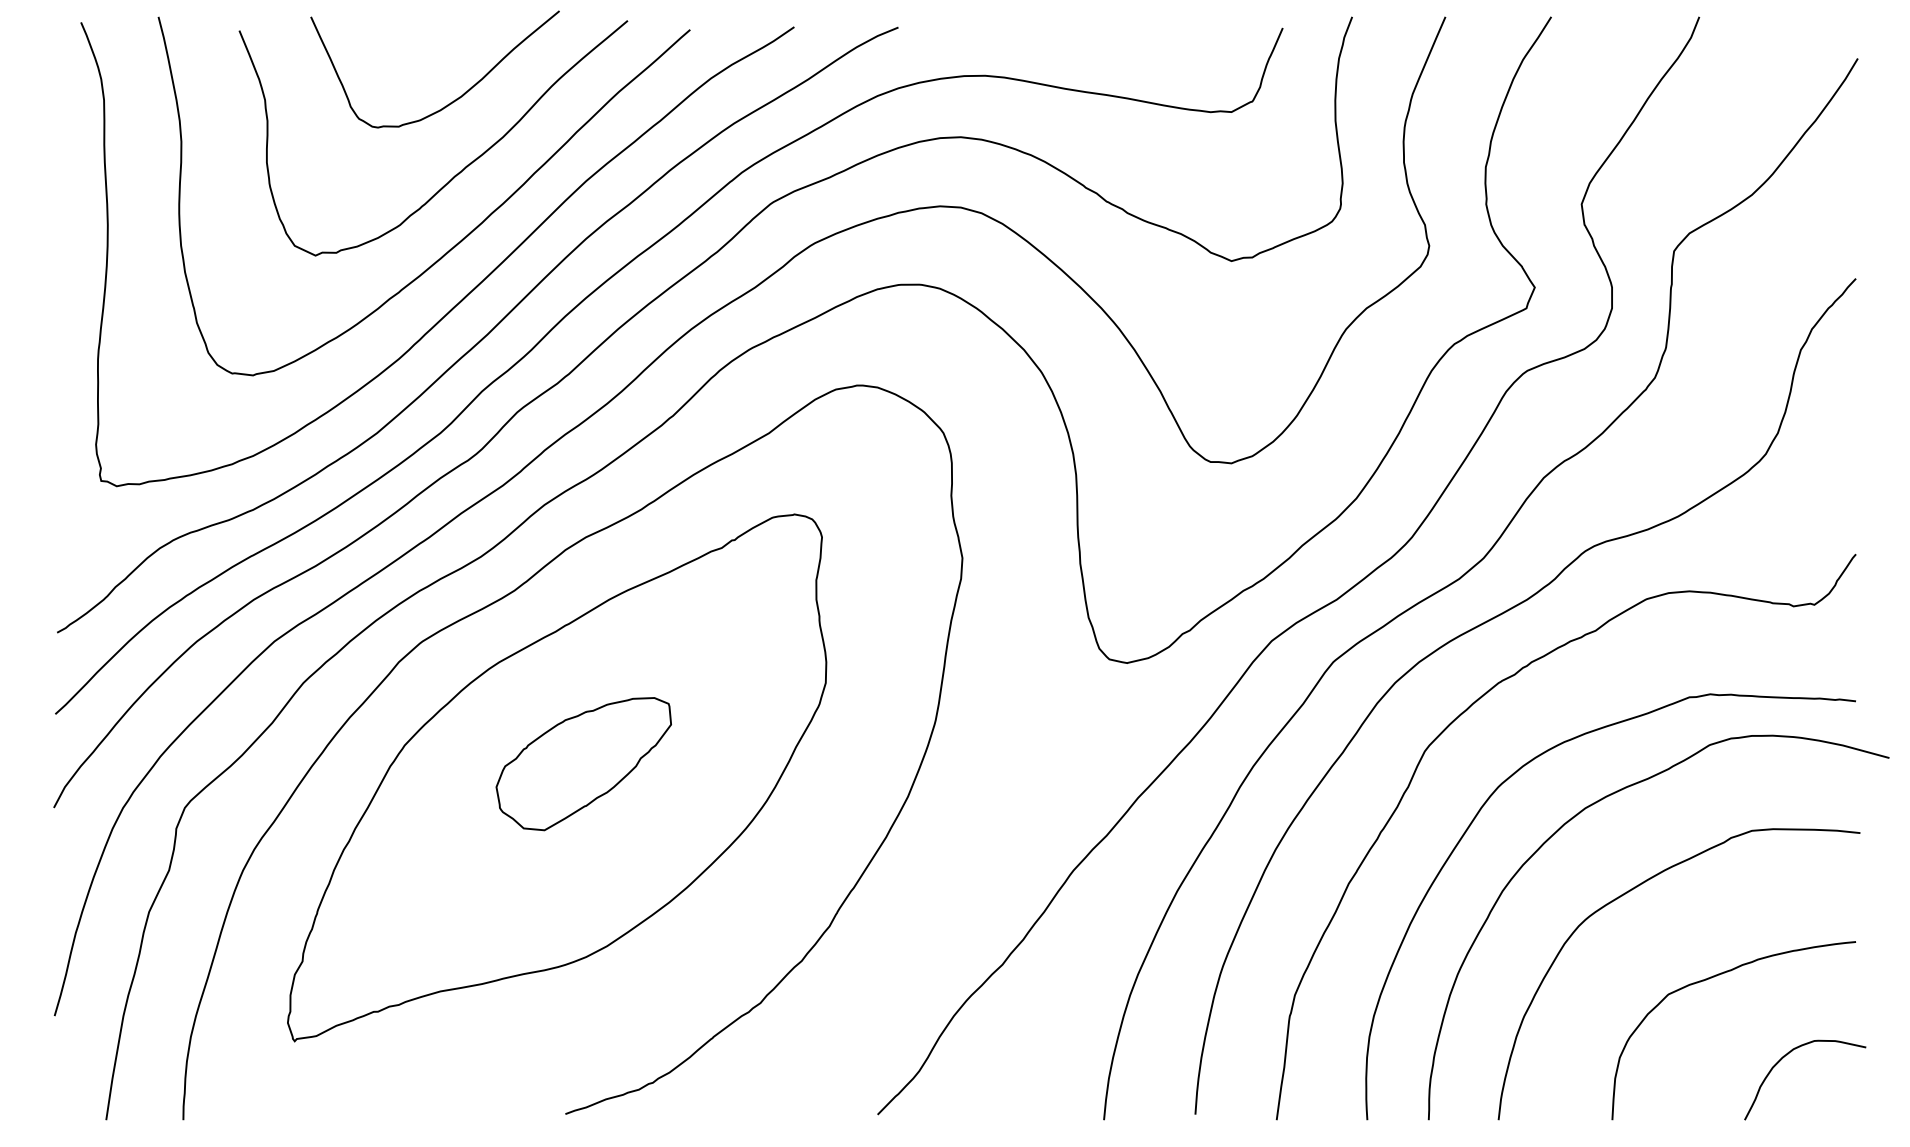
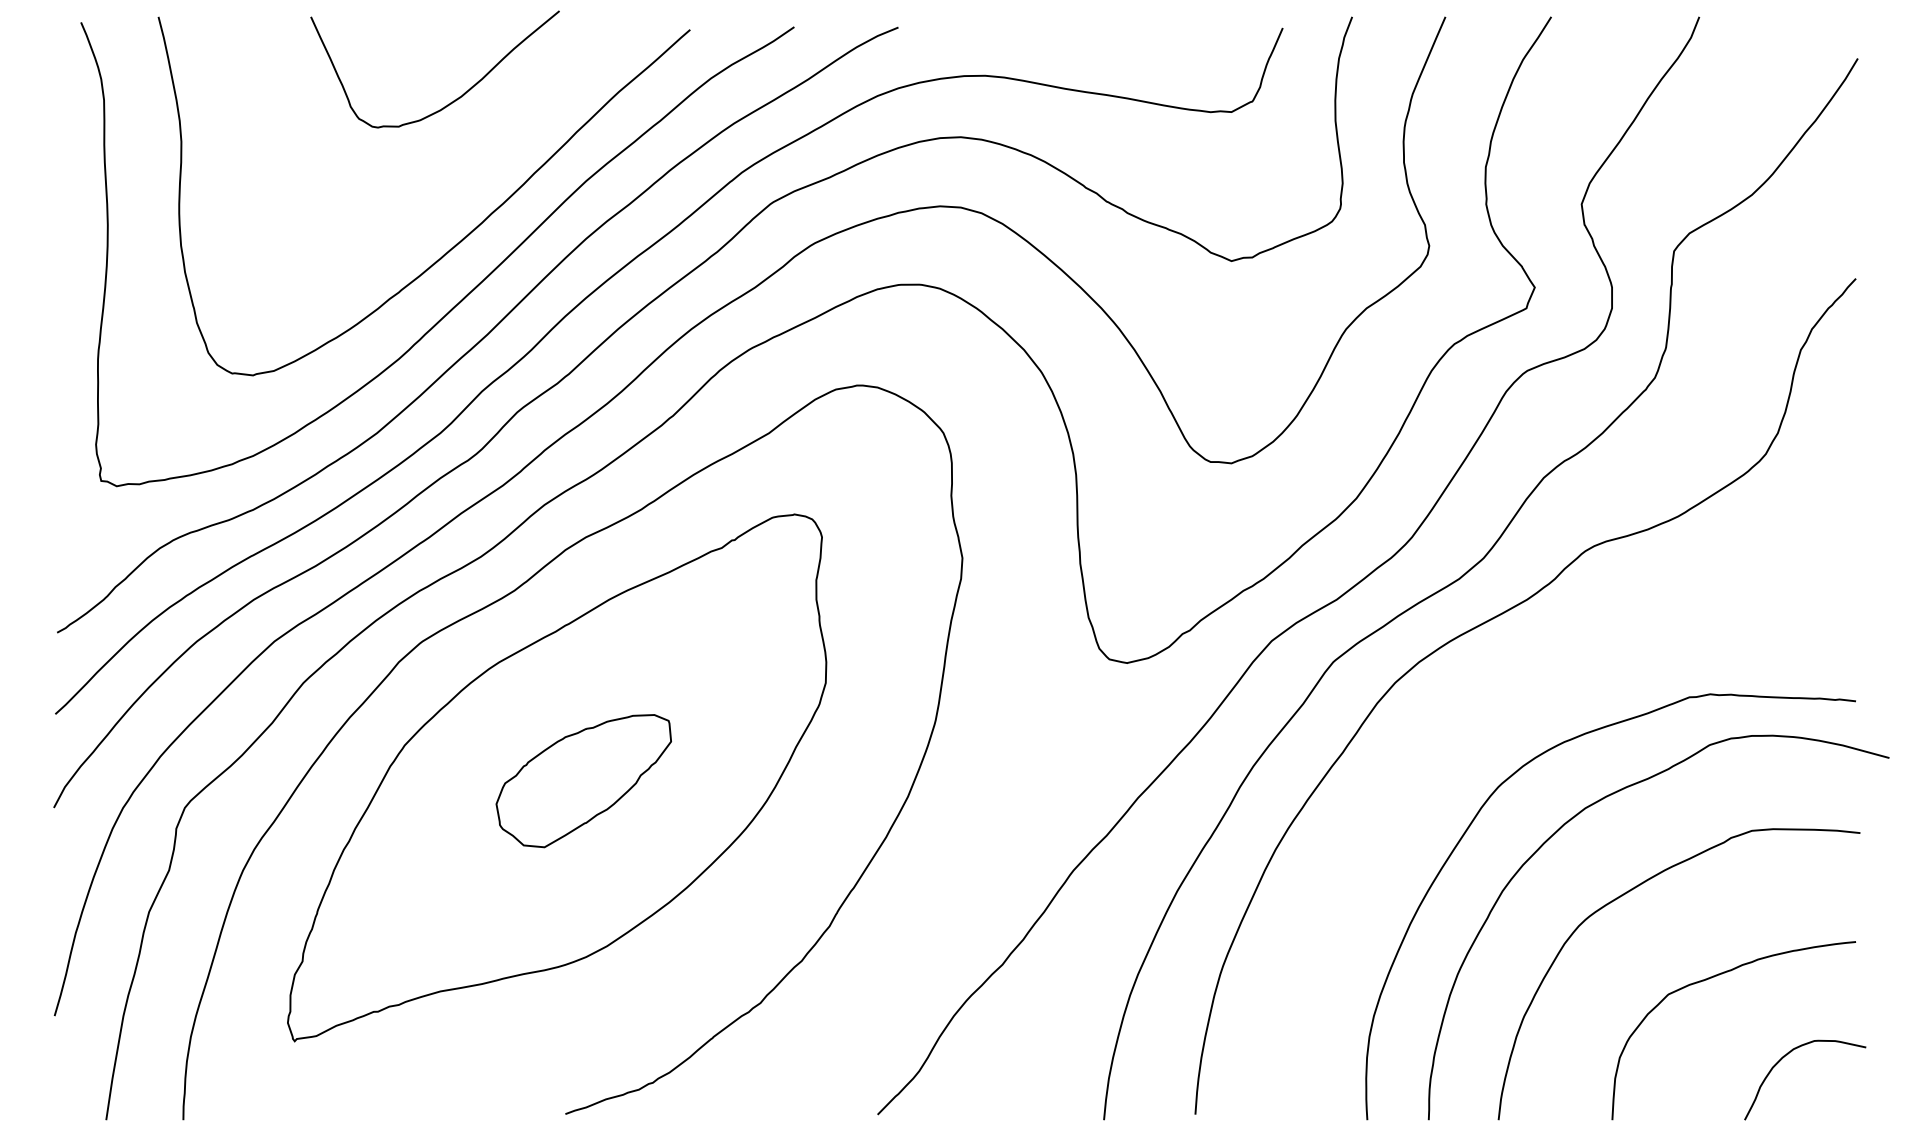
curve at (459, 171): present -> none
curve at (1459, 717): present -> none
part at (583, 764) position: (583, 764) -> (583, 781)
